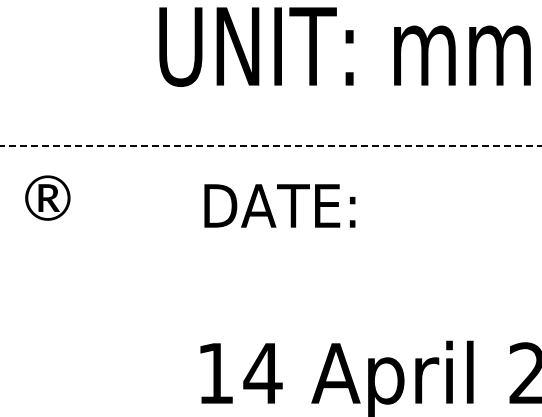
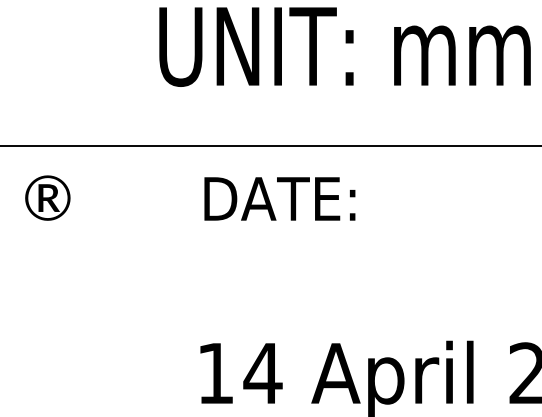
line at (270, 146): dashed -> solid
text at (279, 205) position: (279, 205) -> (279, 198)
